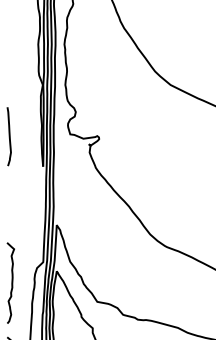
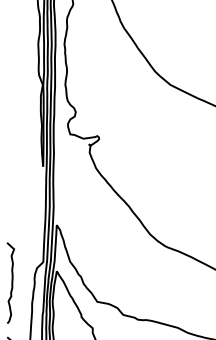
curve at (8, 136): present -> none
